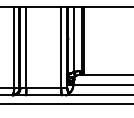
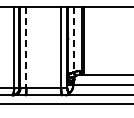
line at (73, 39): solid -> dashed
line at (26, 47): solid -> dashed
